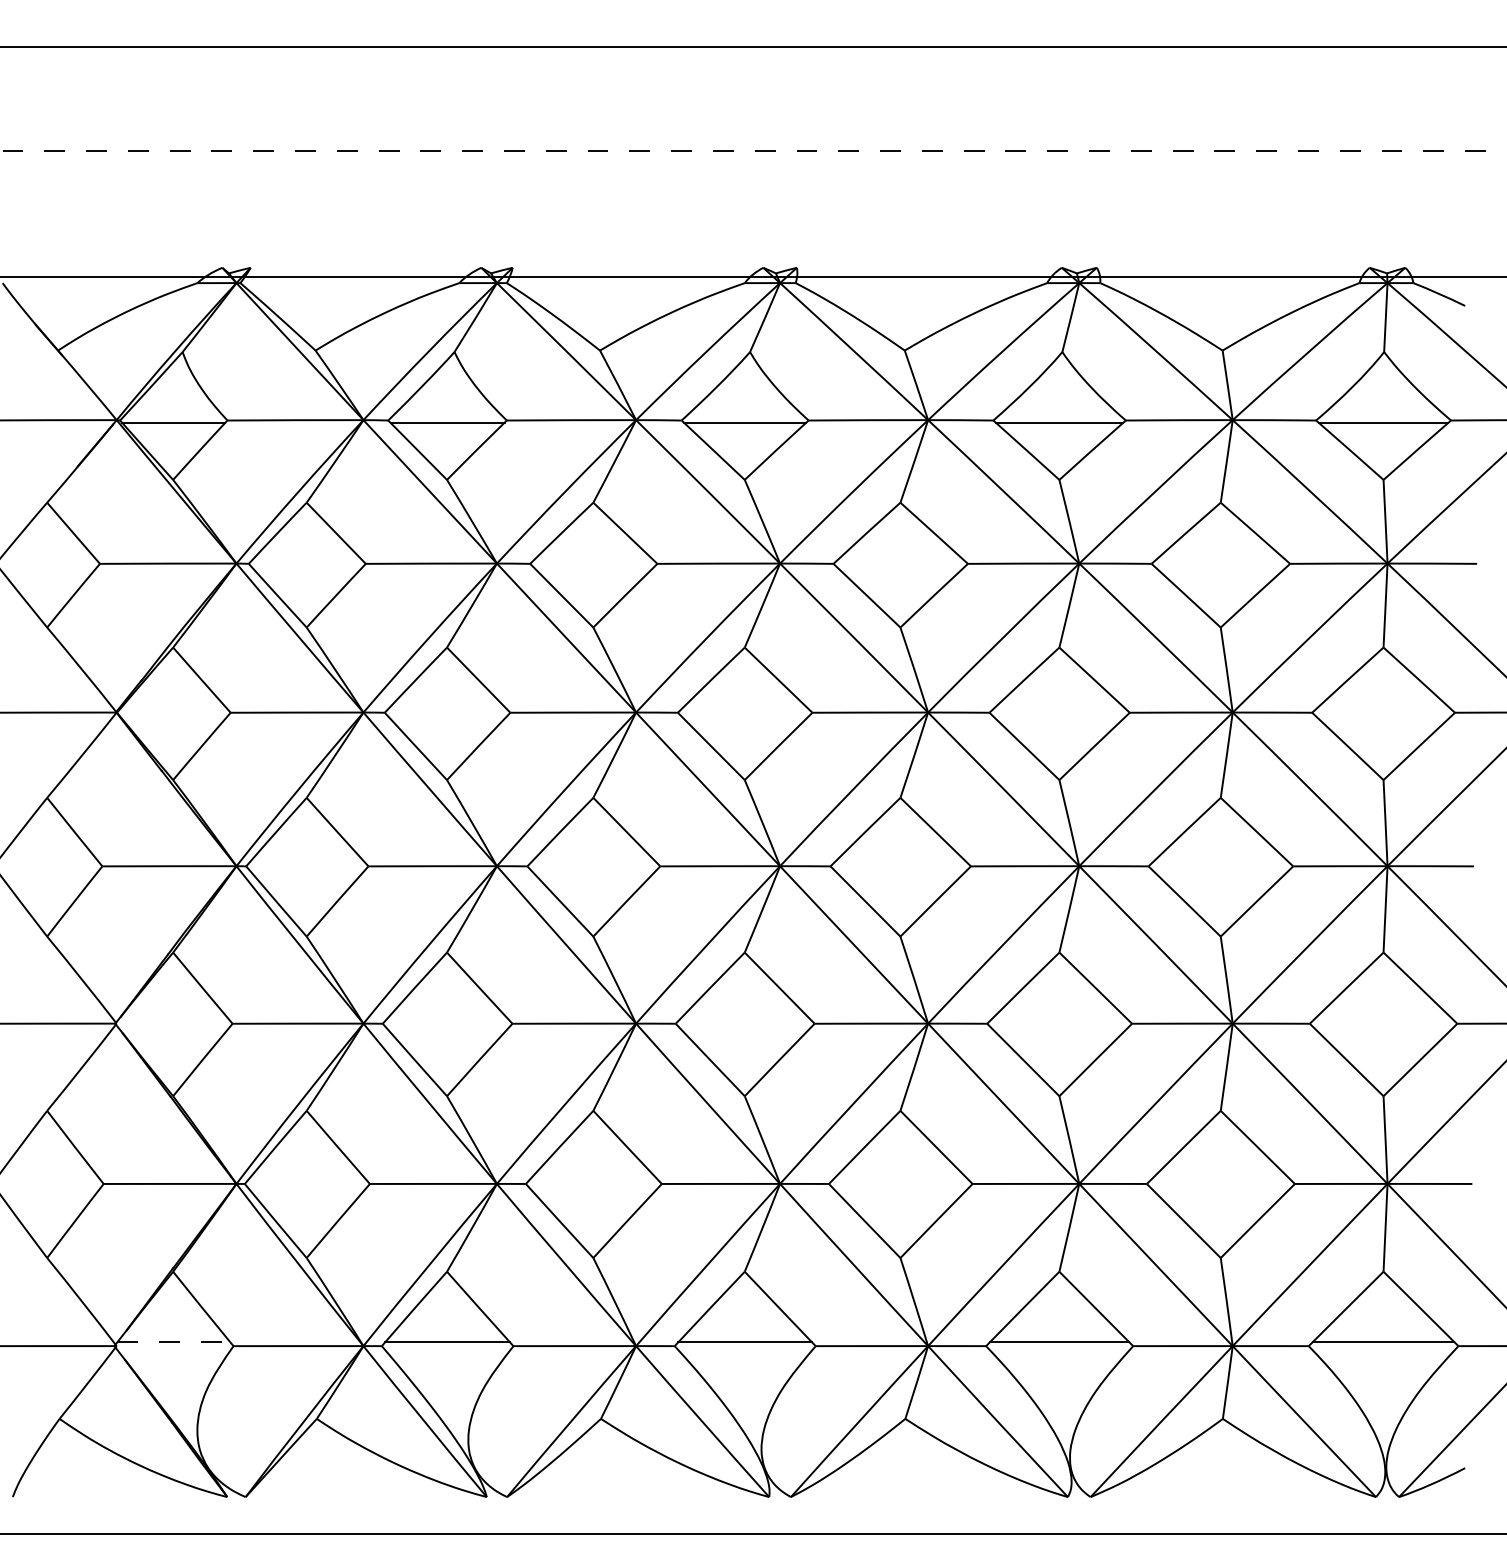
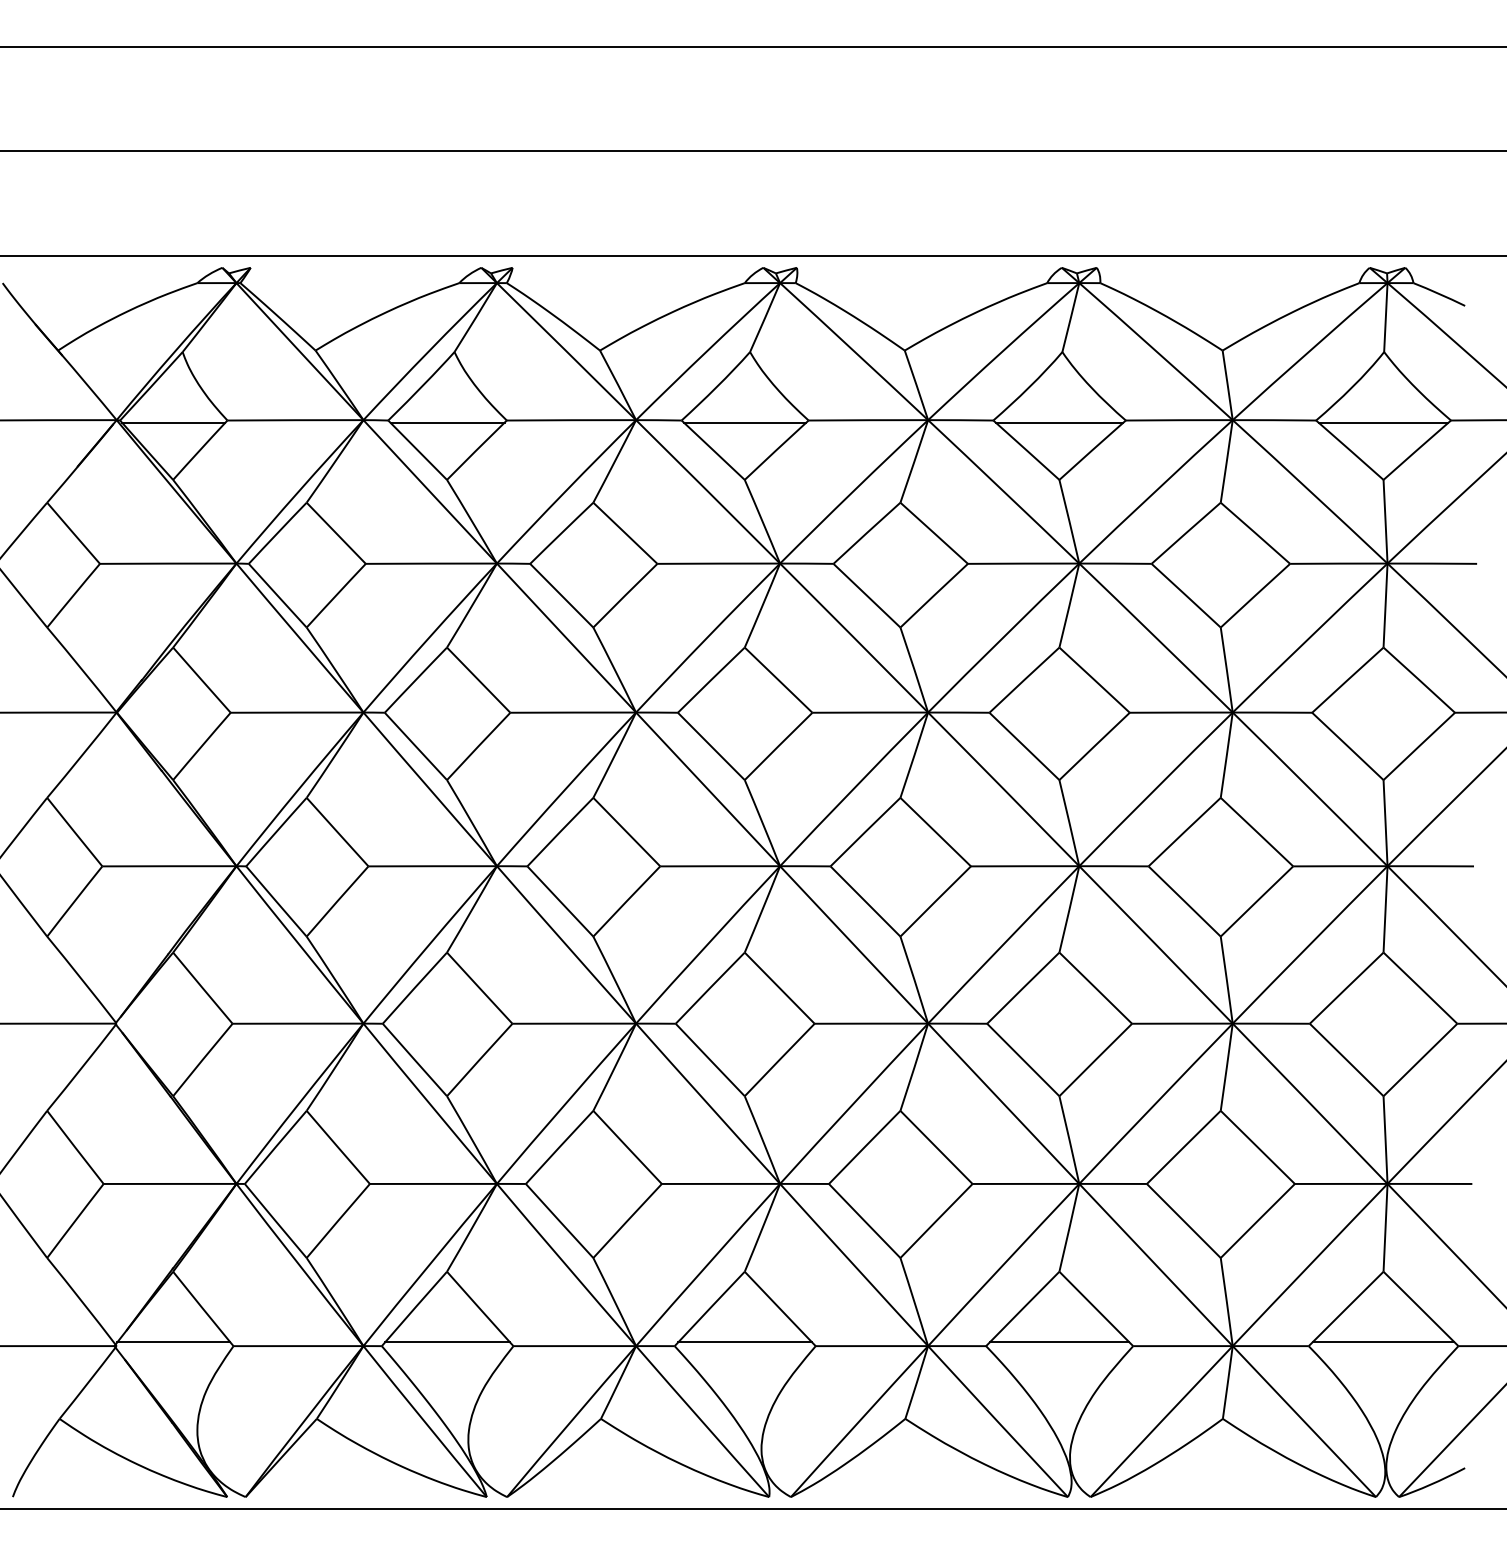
line at (753, 151): dashed -> solid
line at (752, 276) position: (752, 276) -> (752, 255)
line at (174, 1342): dashed -> solid
line at (752, 1534) position: (752, 1534) -> (752, 1509)
